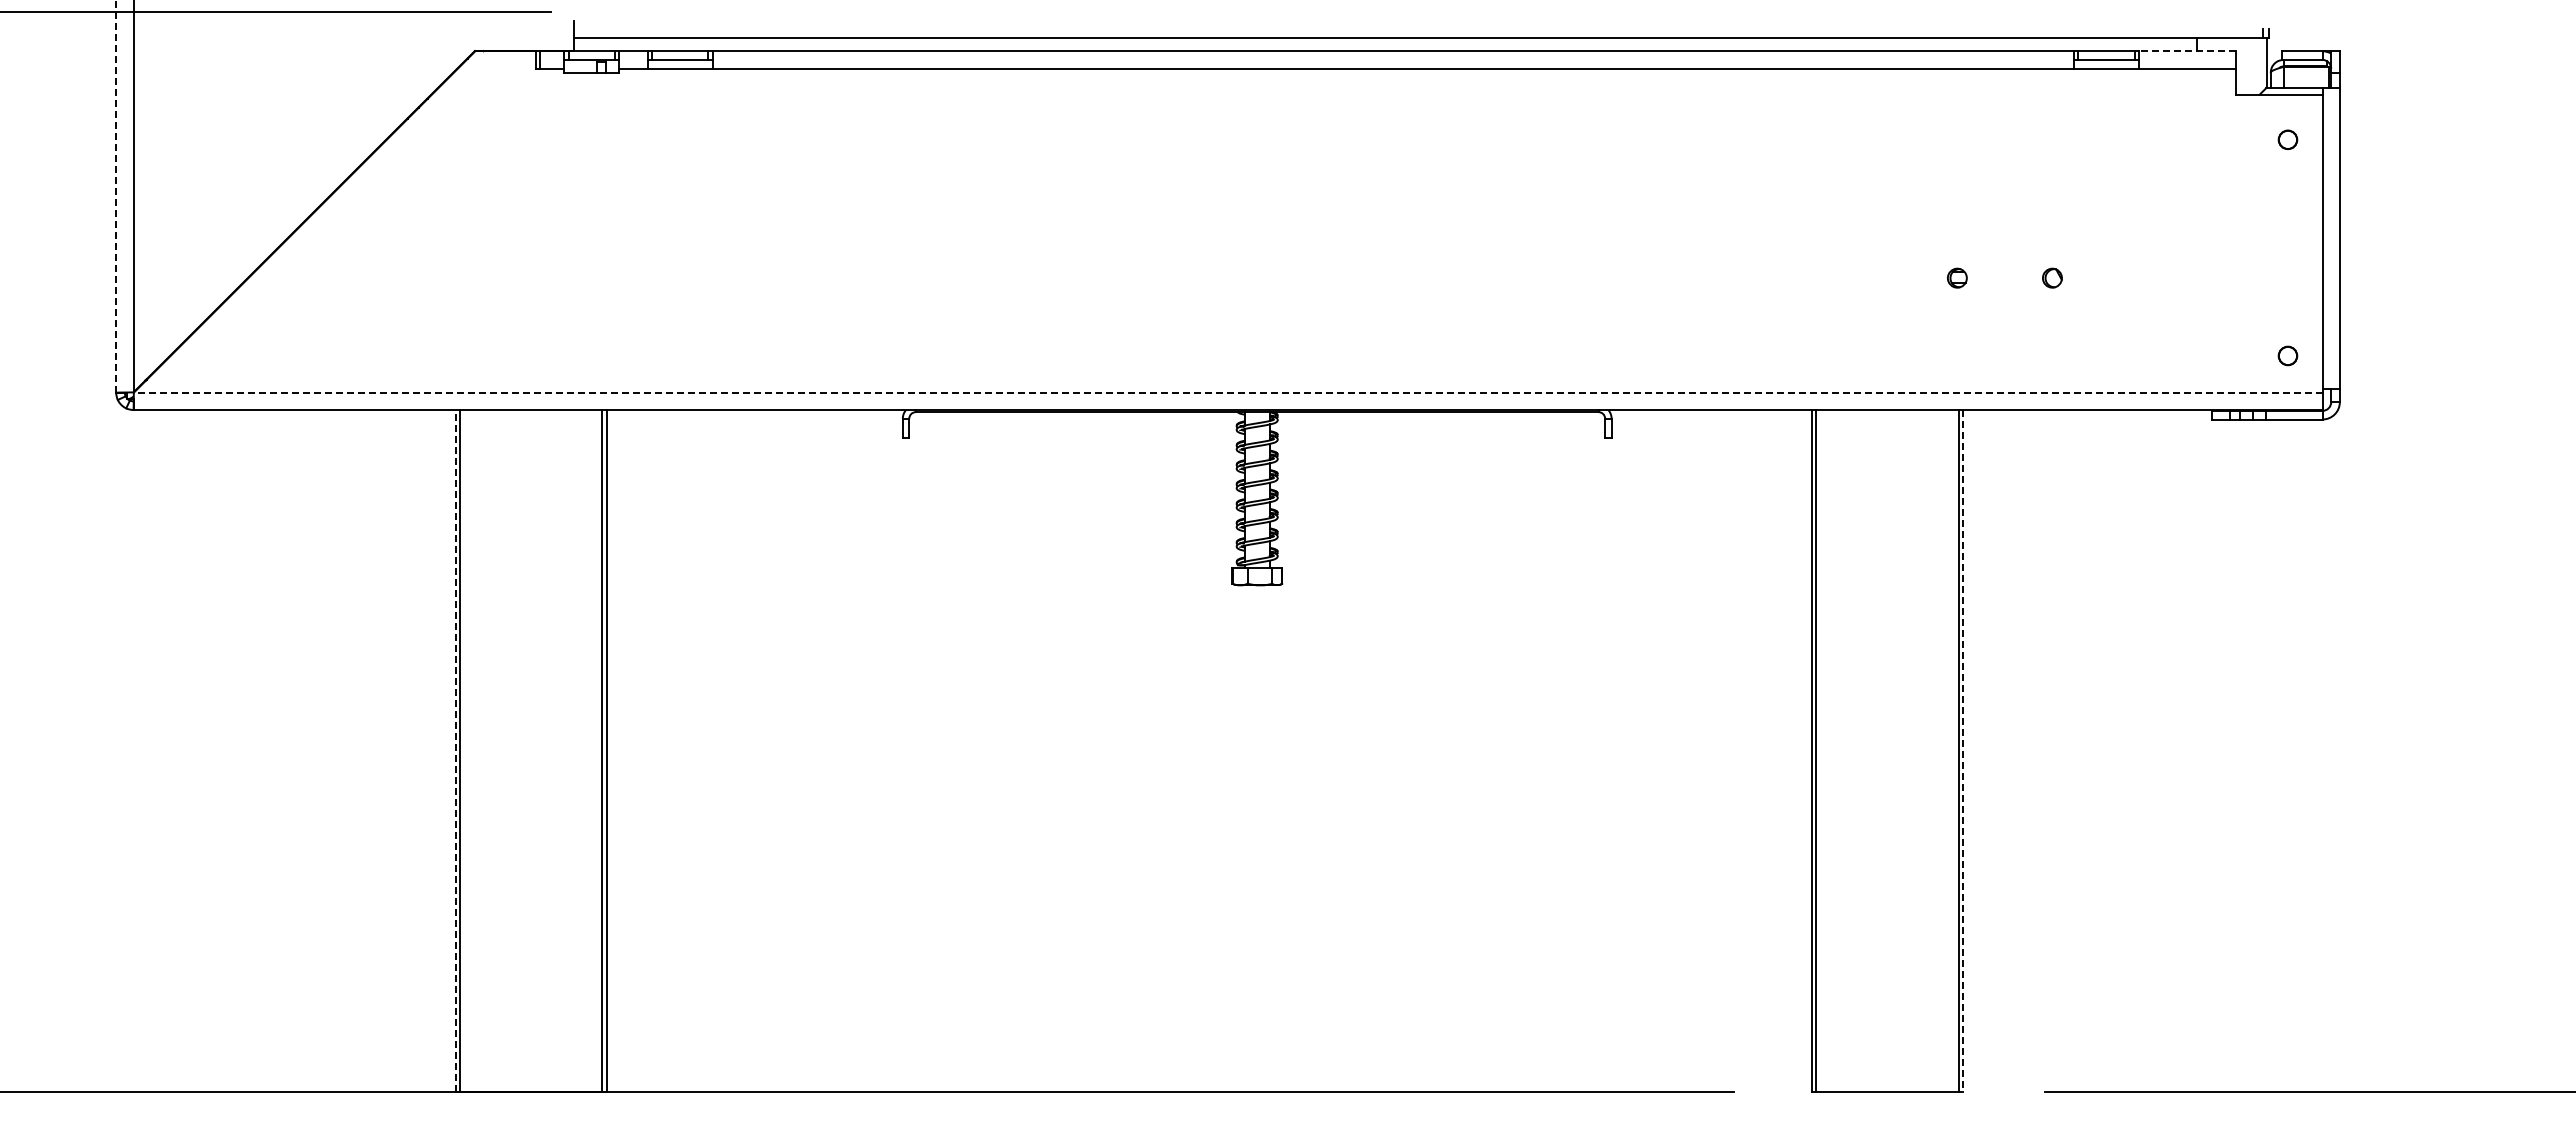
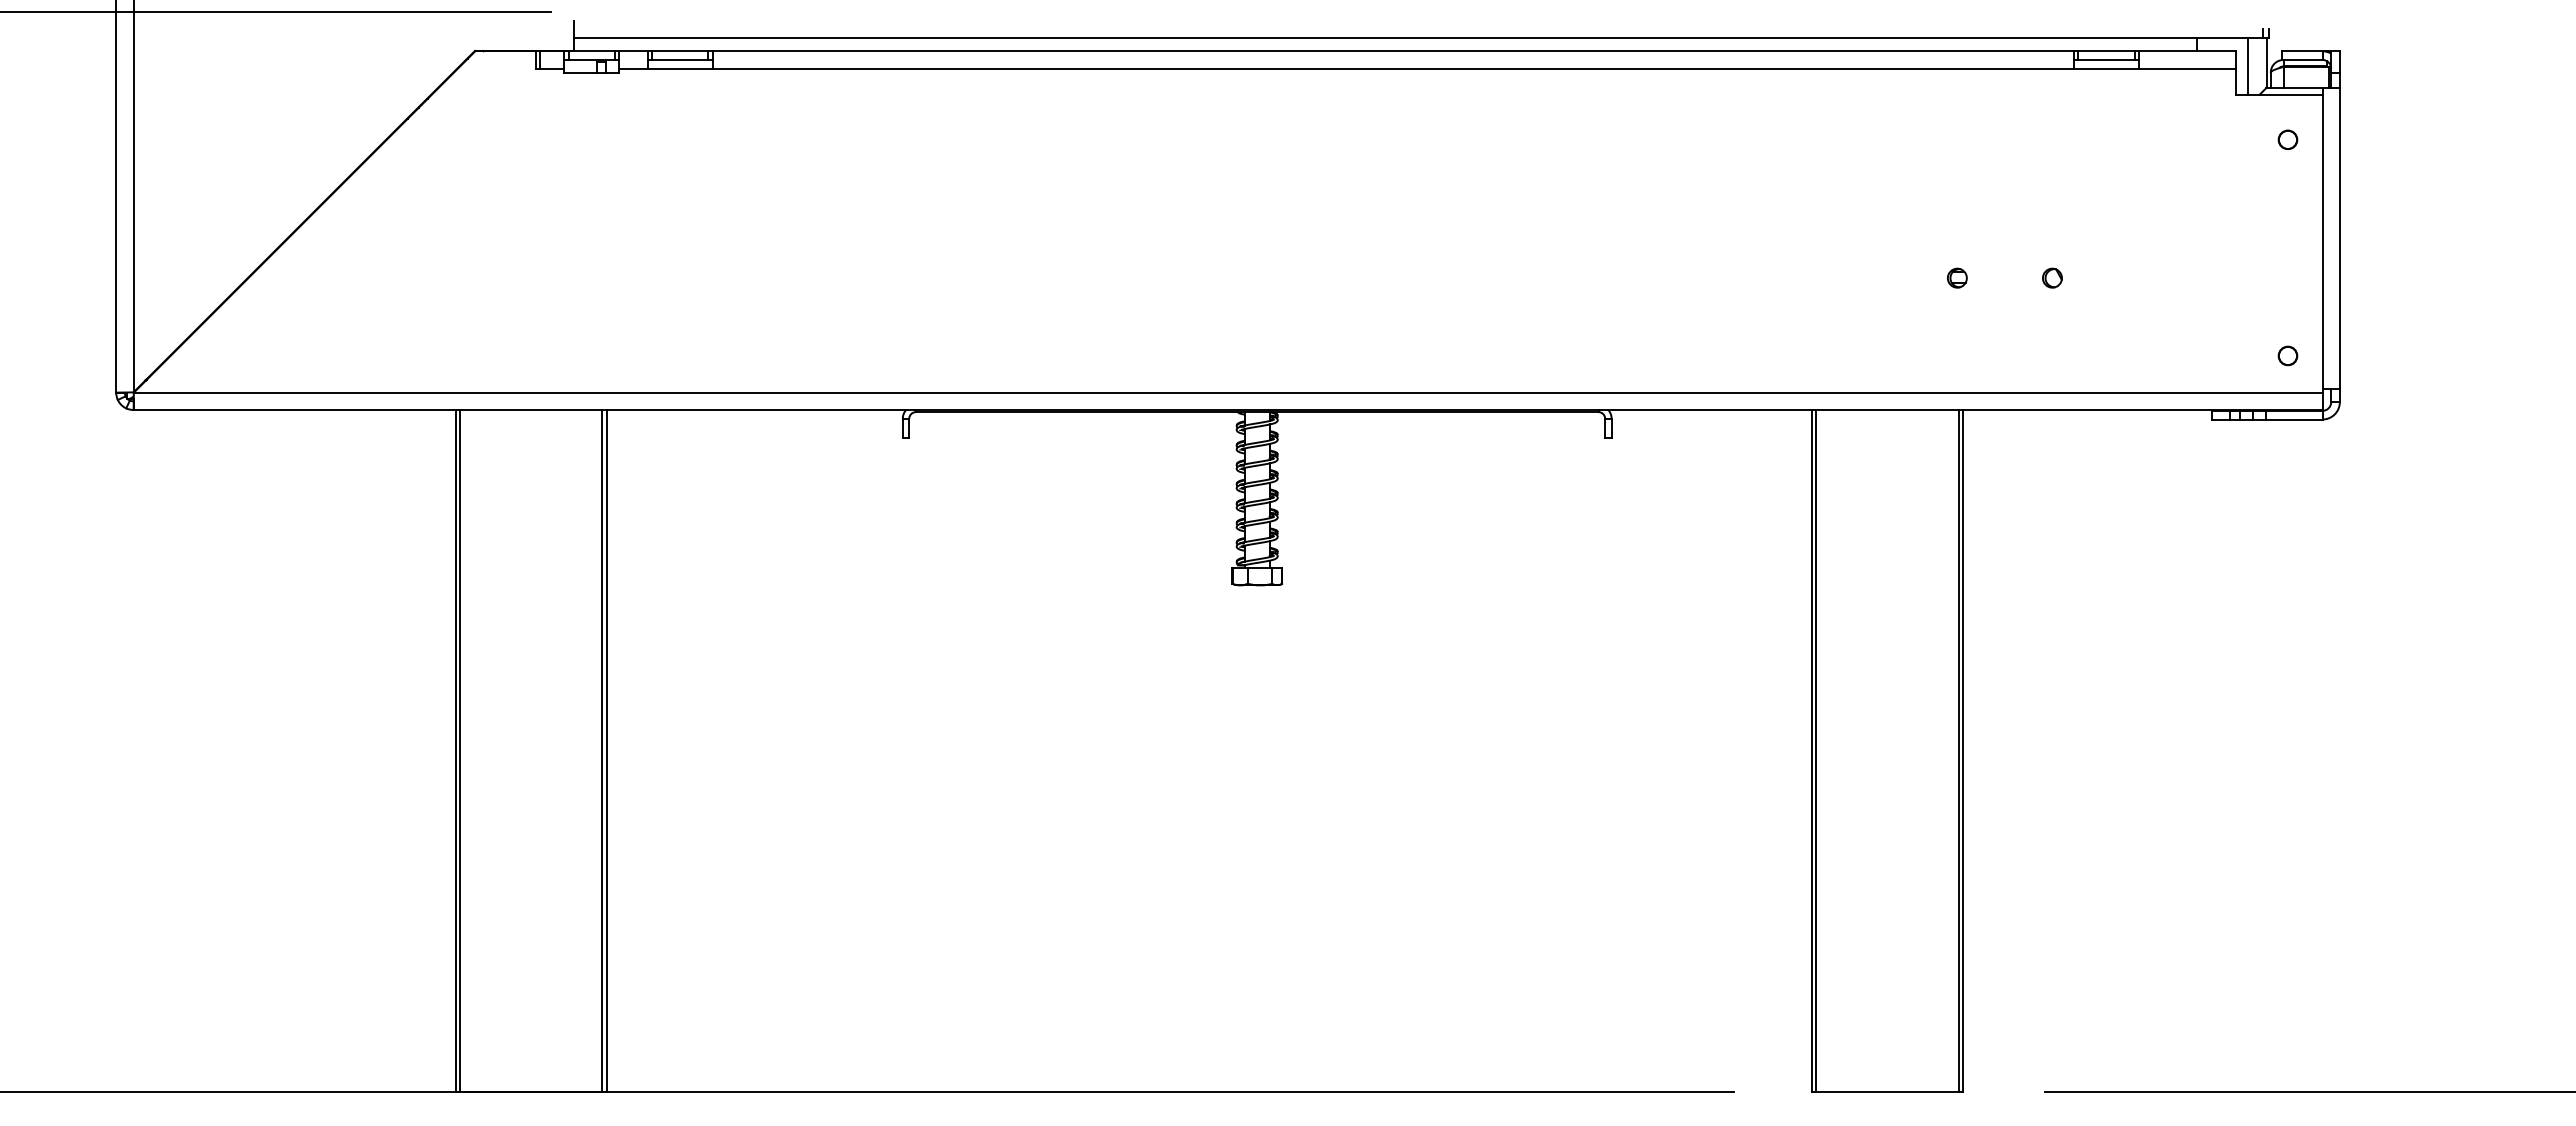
line at (2187, 51): dashed -> solid
line at (2248, 65): none -> present
line at (116, 196): dashed -> solid
line at (1227, 392): dashed -> solid
line at (455, 750): dashed -> solid
line at (1963, 751): dashed -> solid
